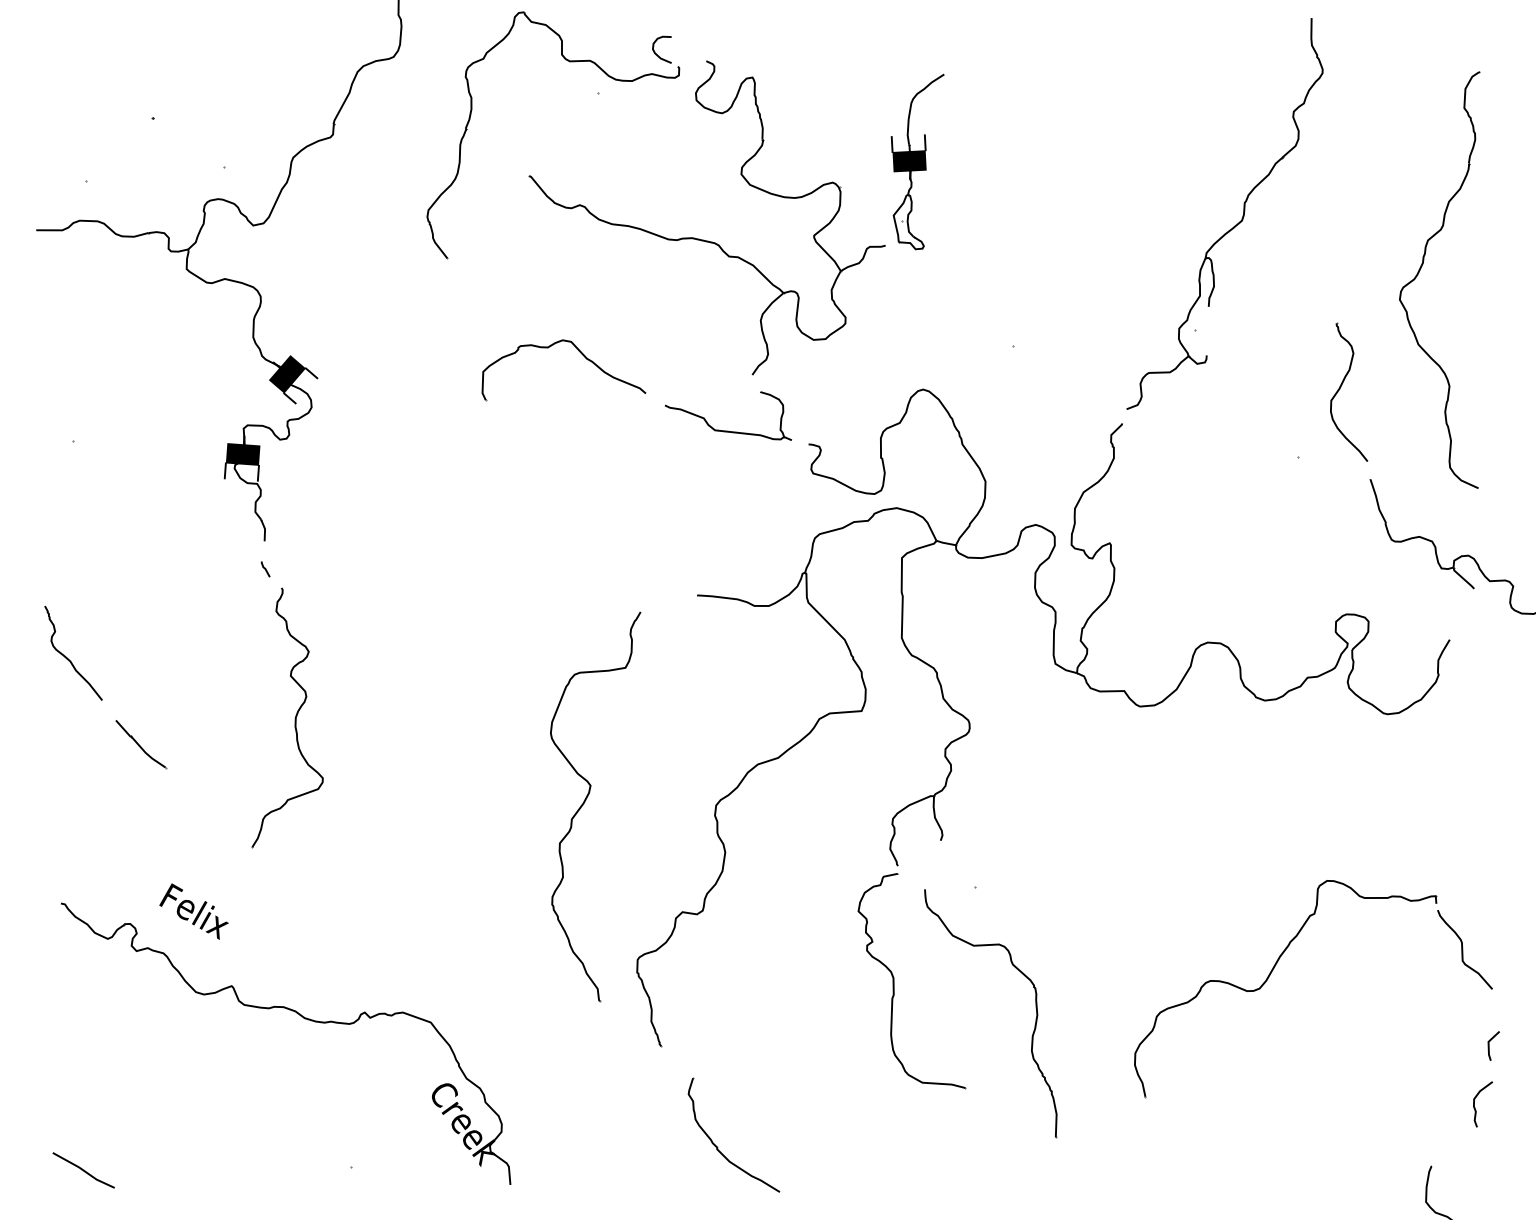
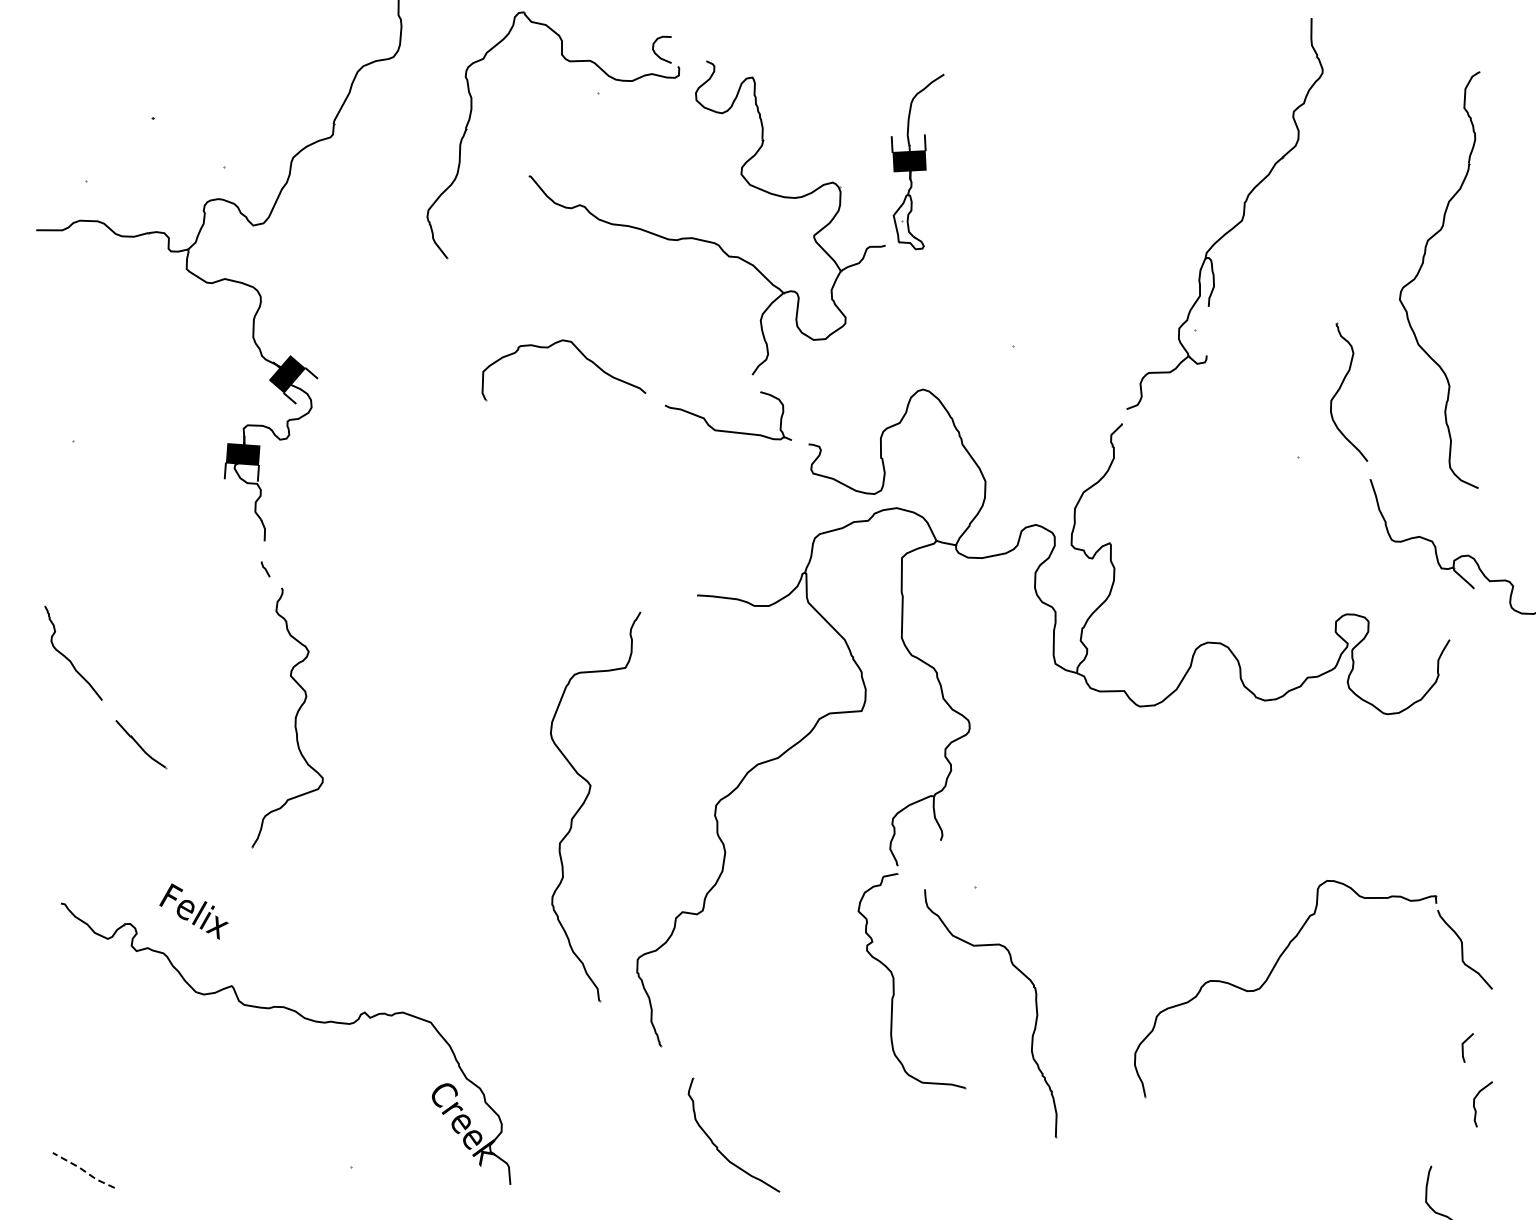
line at (1489, 1045) position: (1489, 1045) -> (1463, 1047)
line at (83, 1170): solid -> dashed
